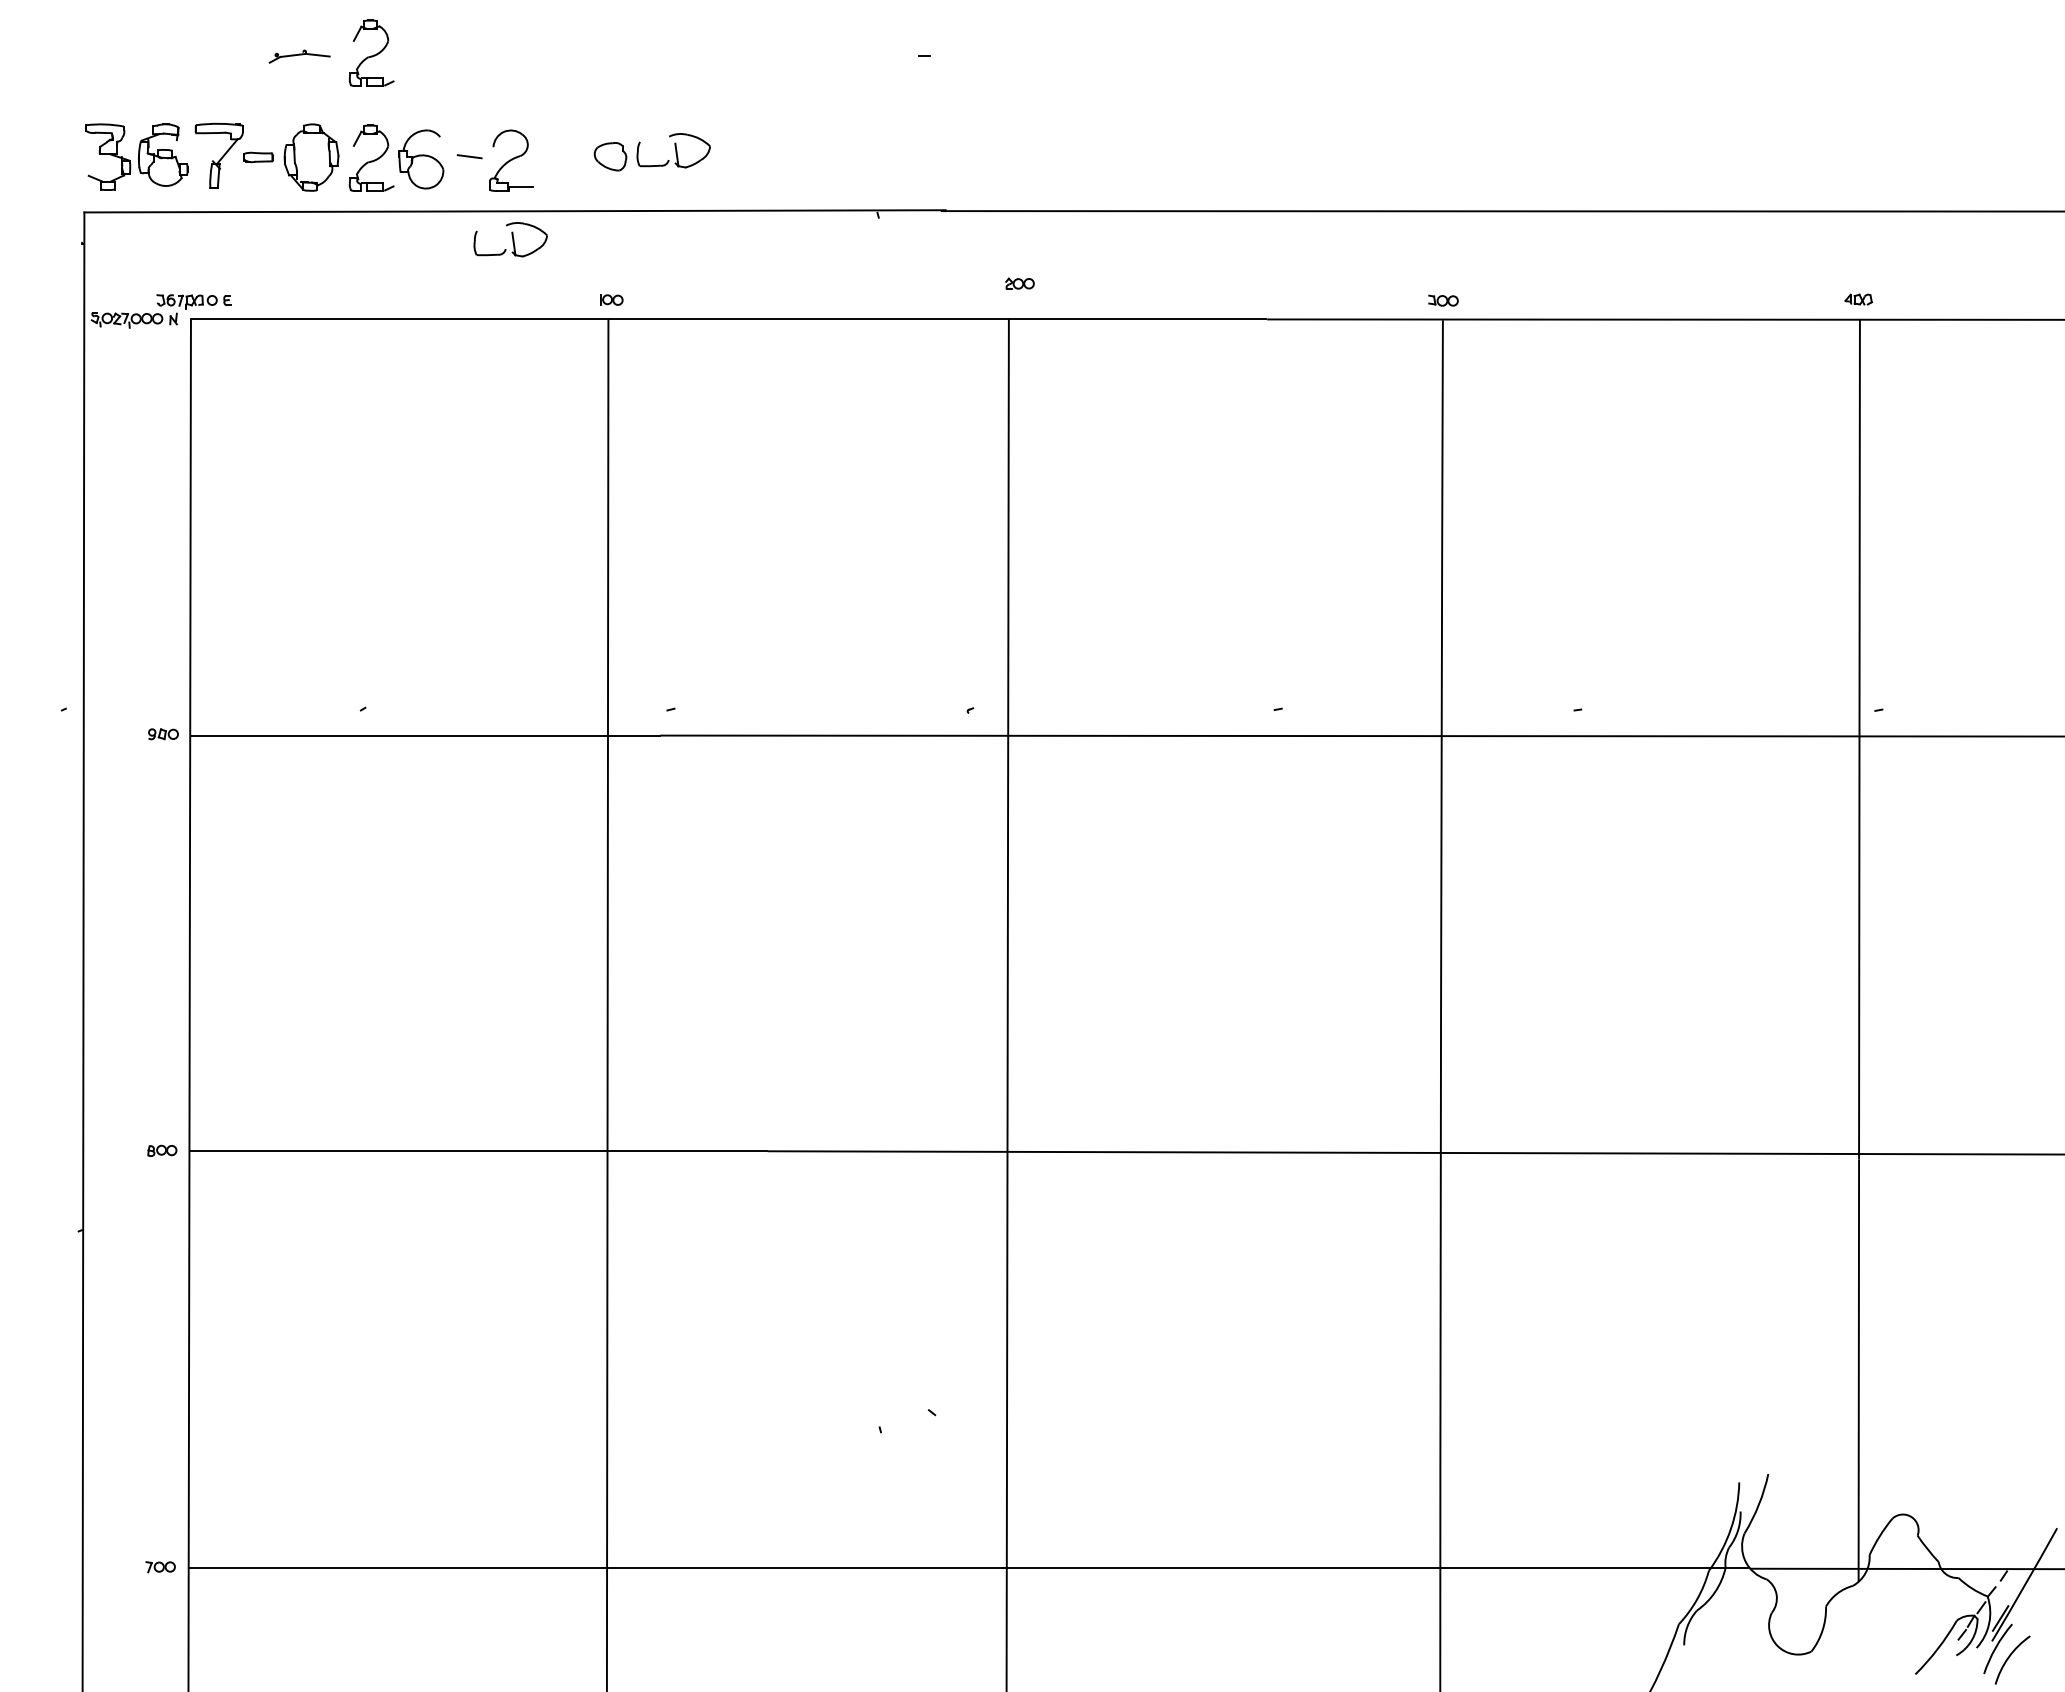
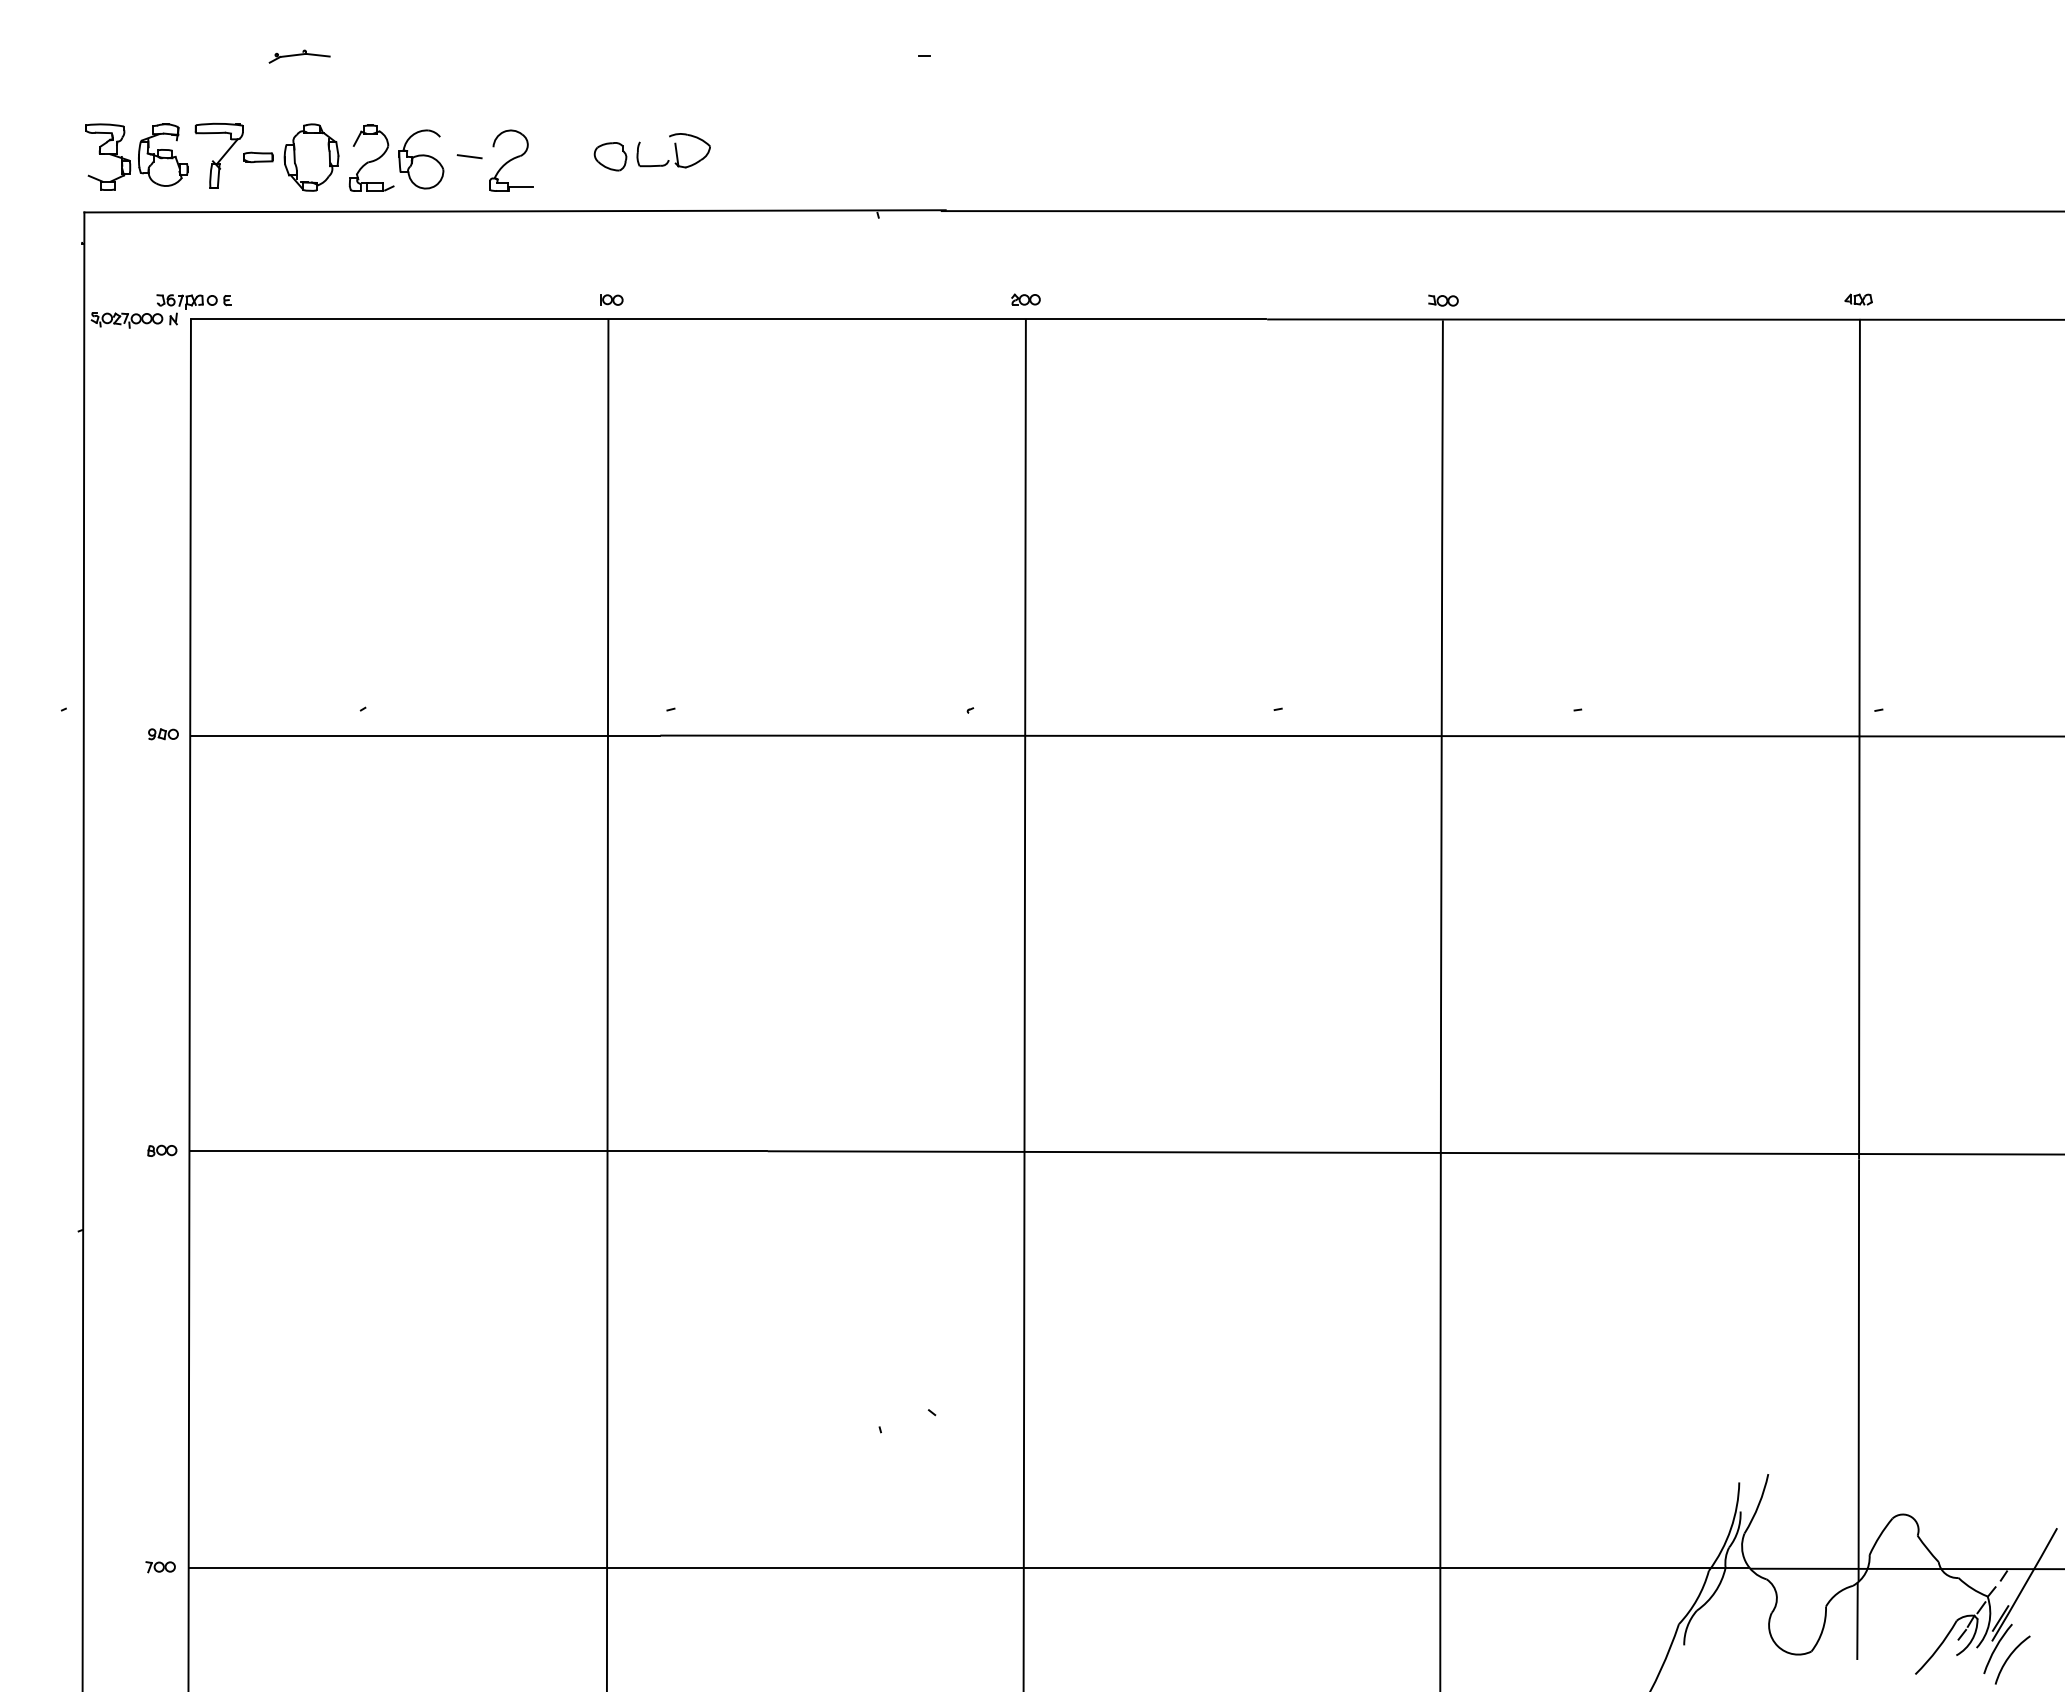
part at (371, 52): present -> none
part at (510, 239): present -> none
part at (1019, 283) position: (1019, 283) -> (1025, 299)
line at (1007, 1003) position: (1007, 1003) -> (1024, 1003)
line at (1857, 1621): none -> present
